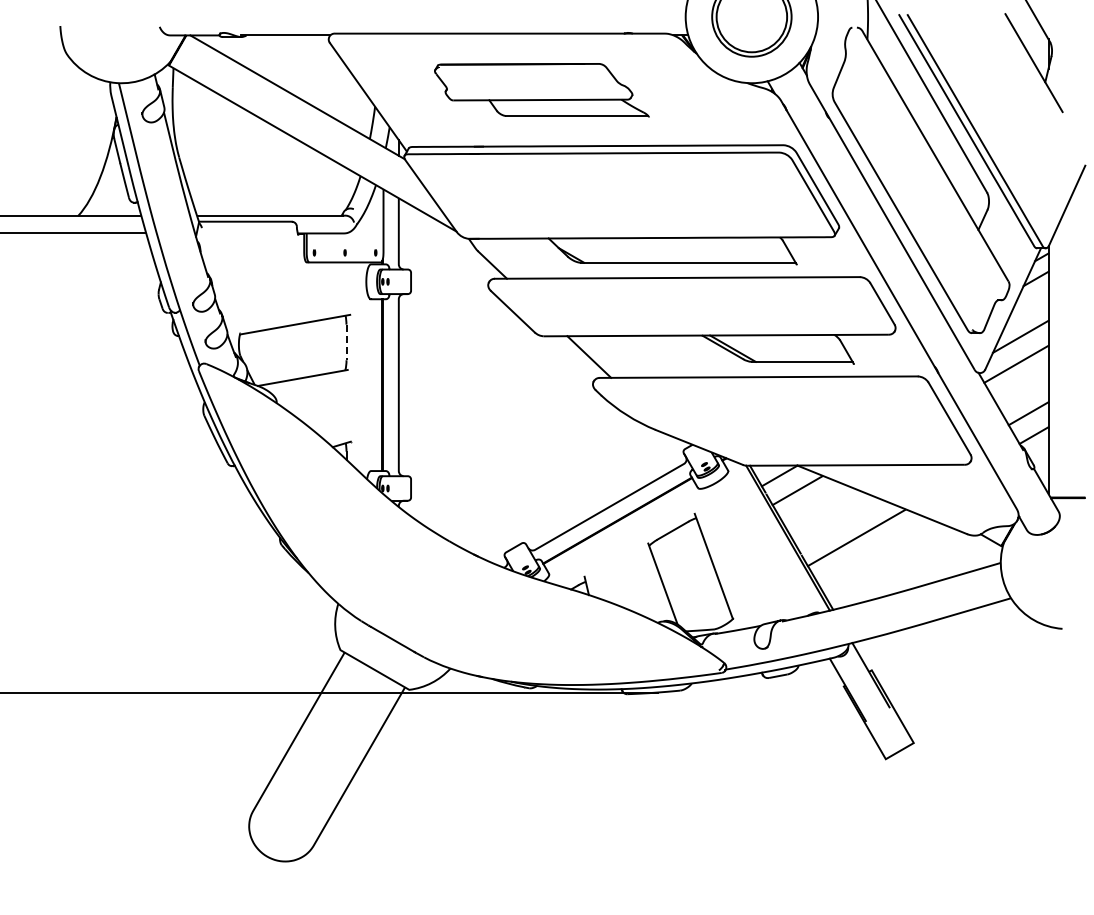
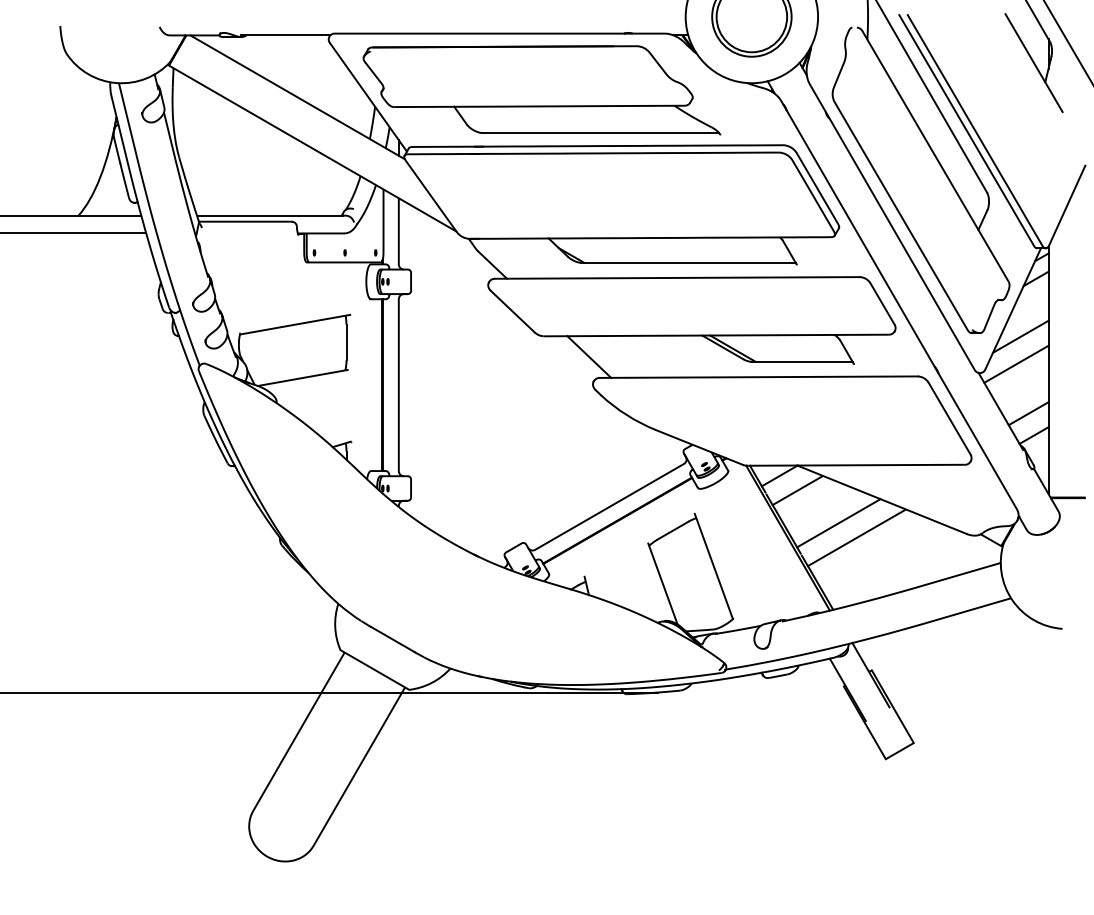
line at (1067, 41): none -> present
part at (541, 90) size: 216x55 px -> 360x91 px
line at (346, 342): dashed -> solid
line at (838, 523): none -> present
